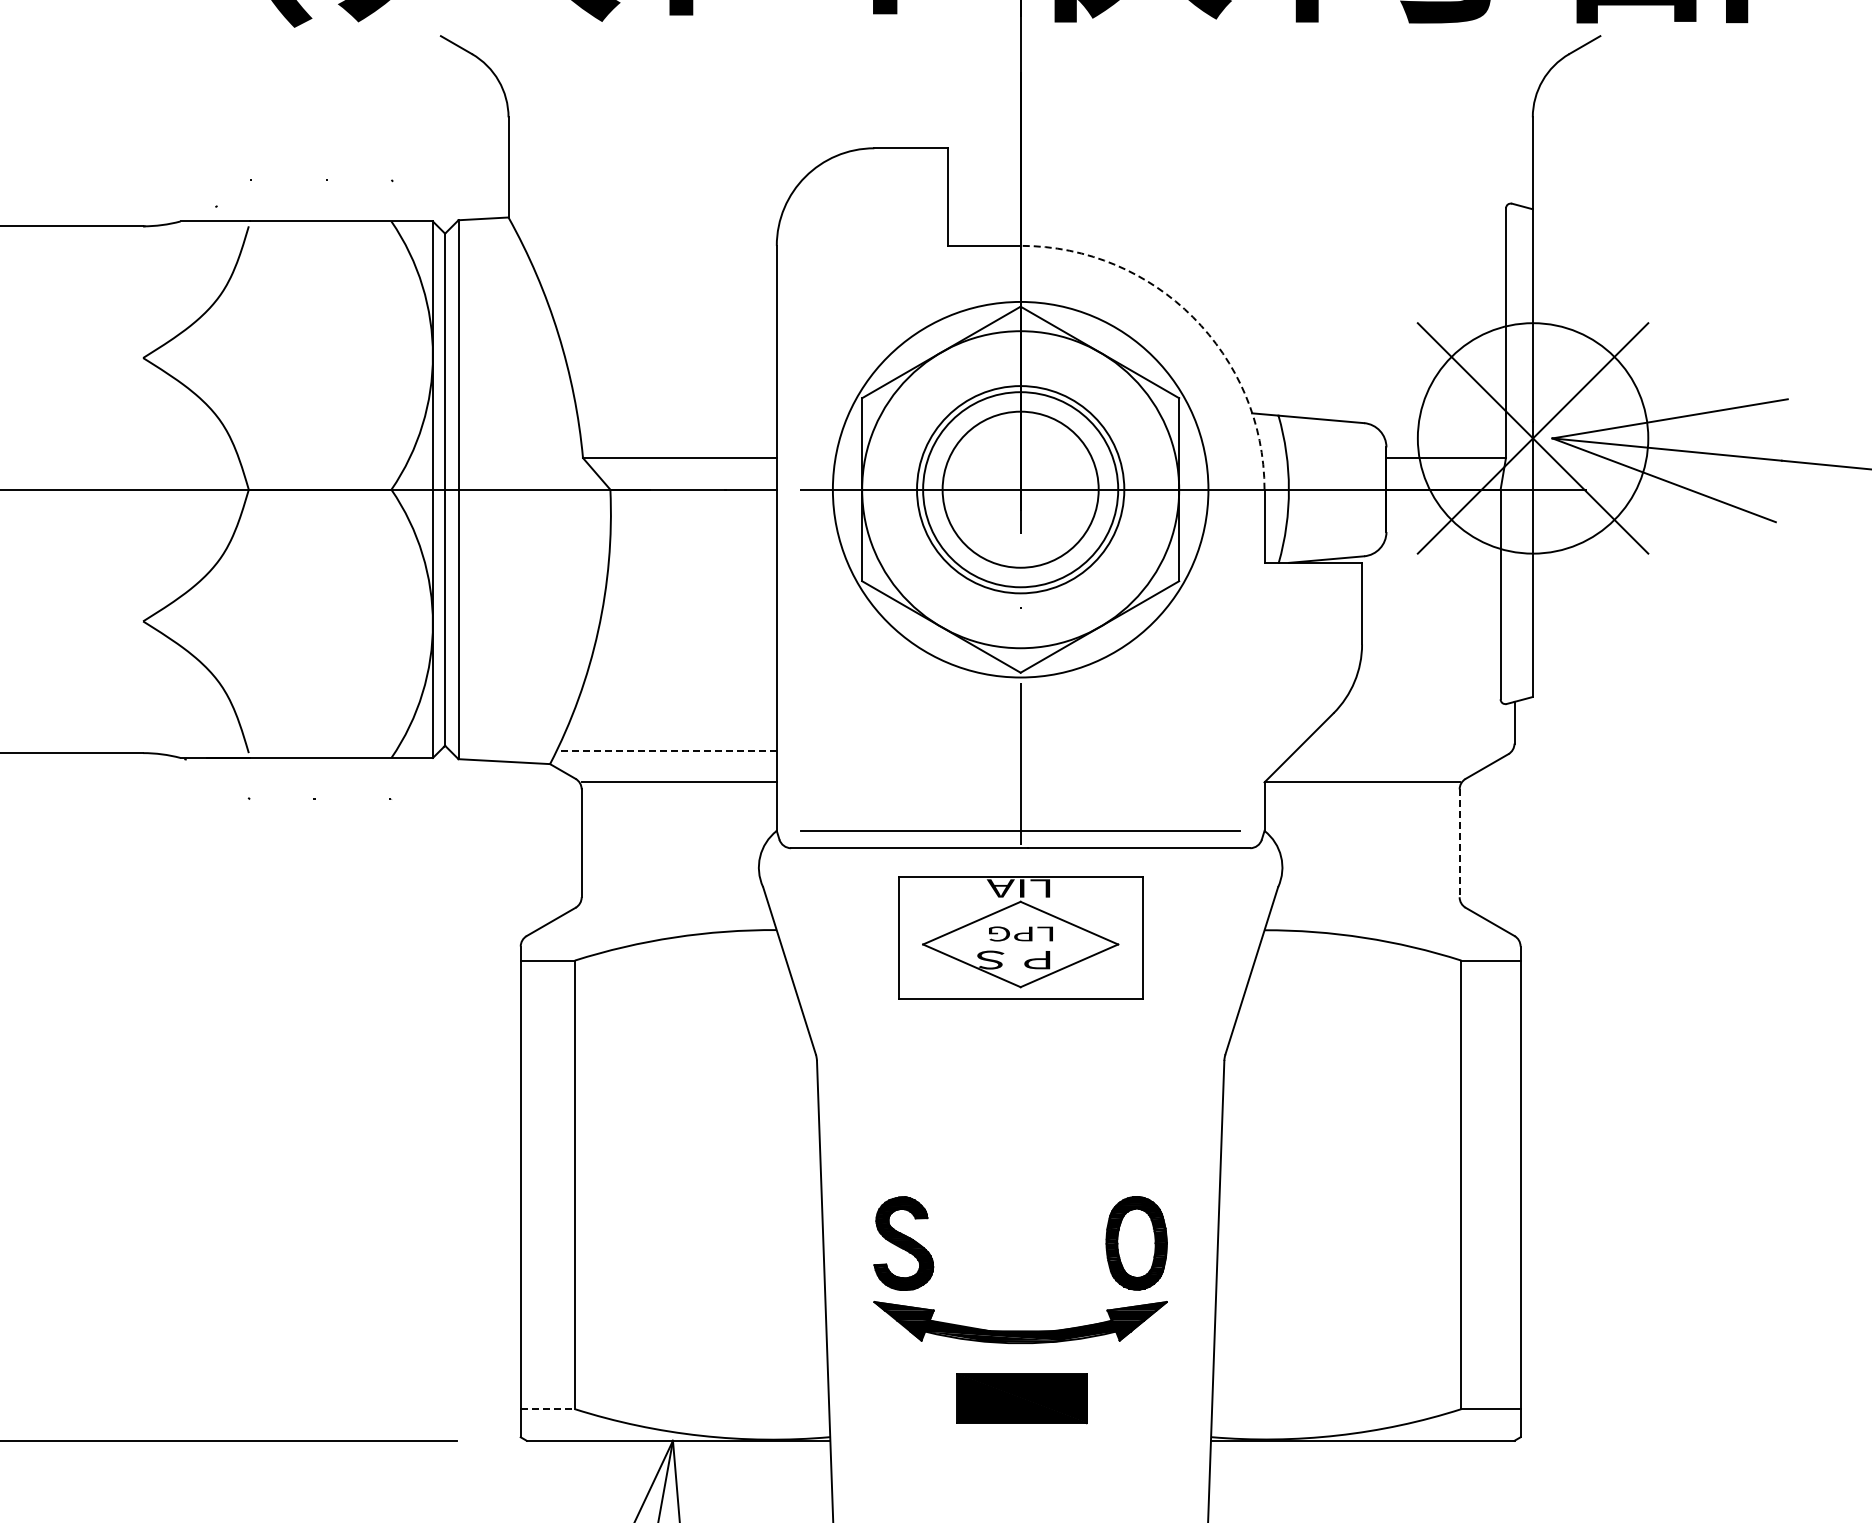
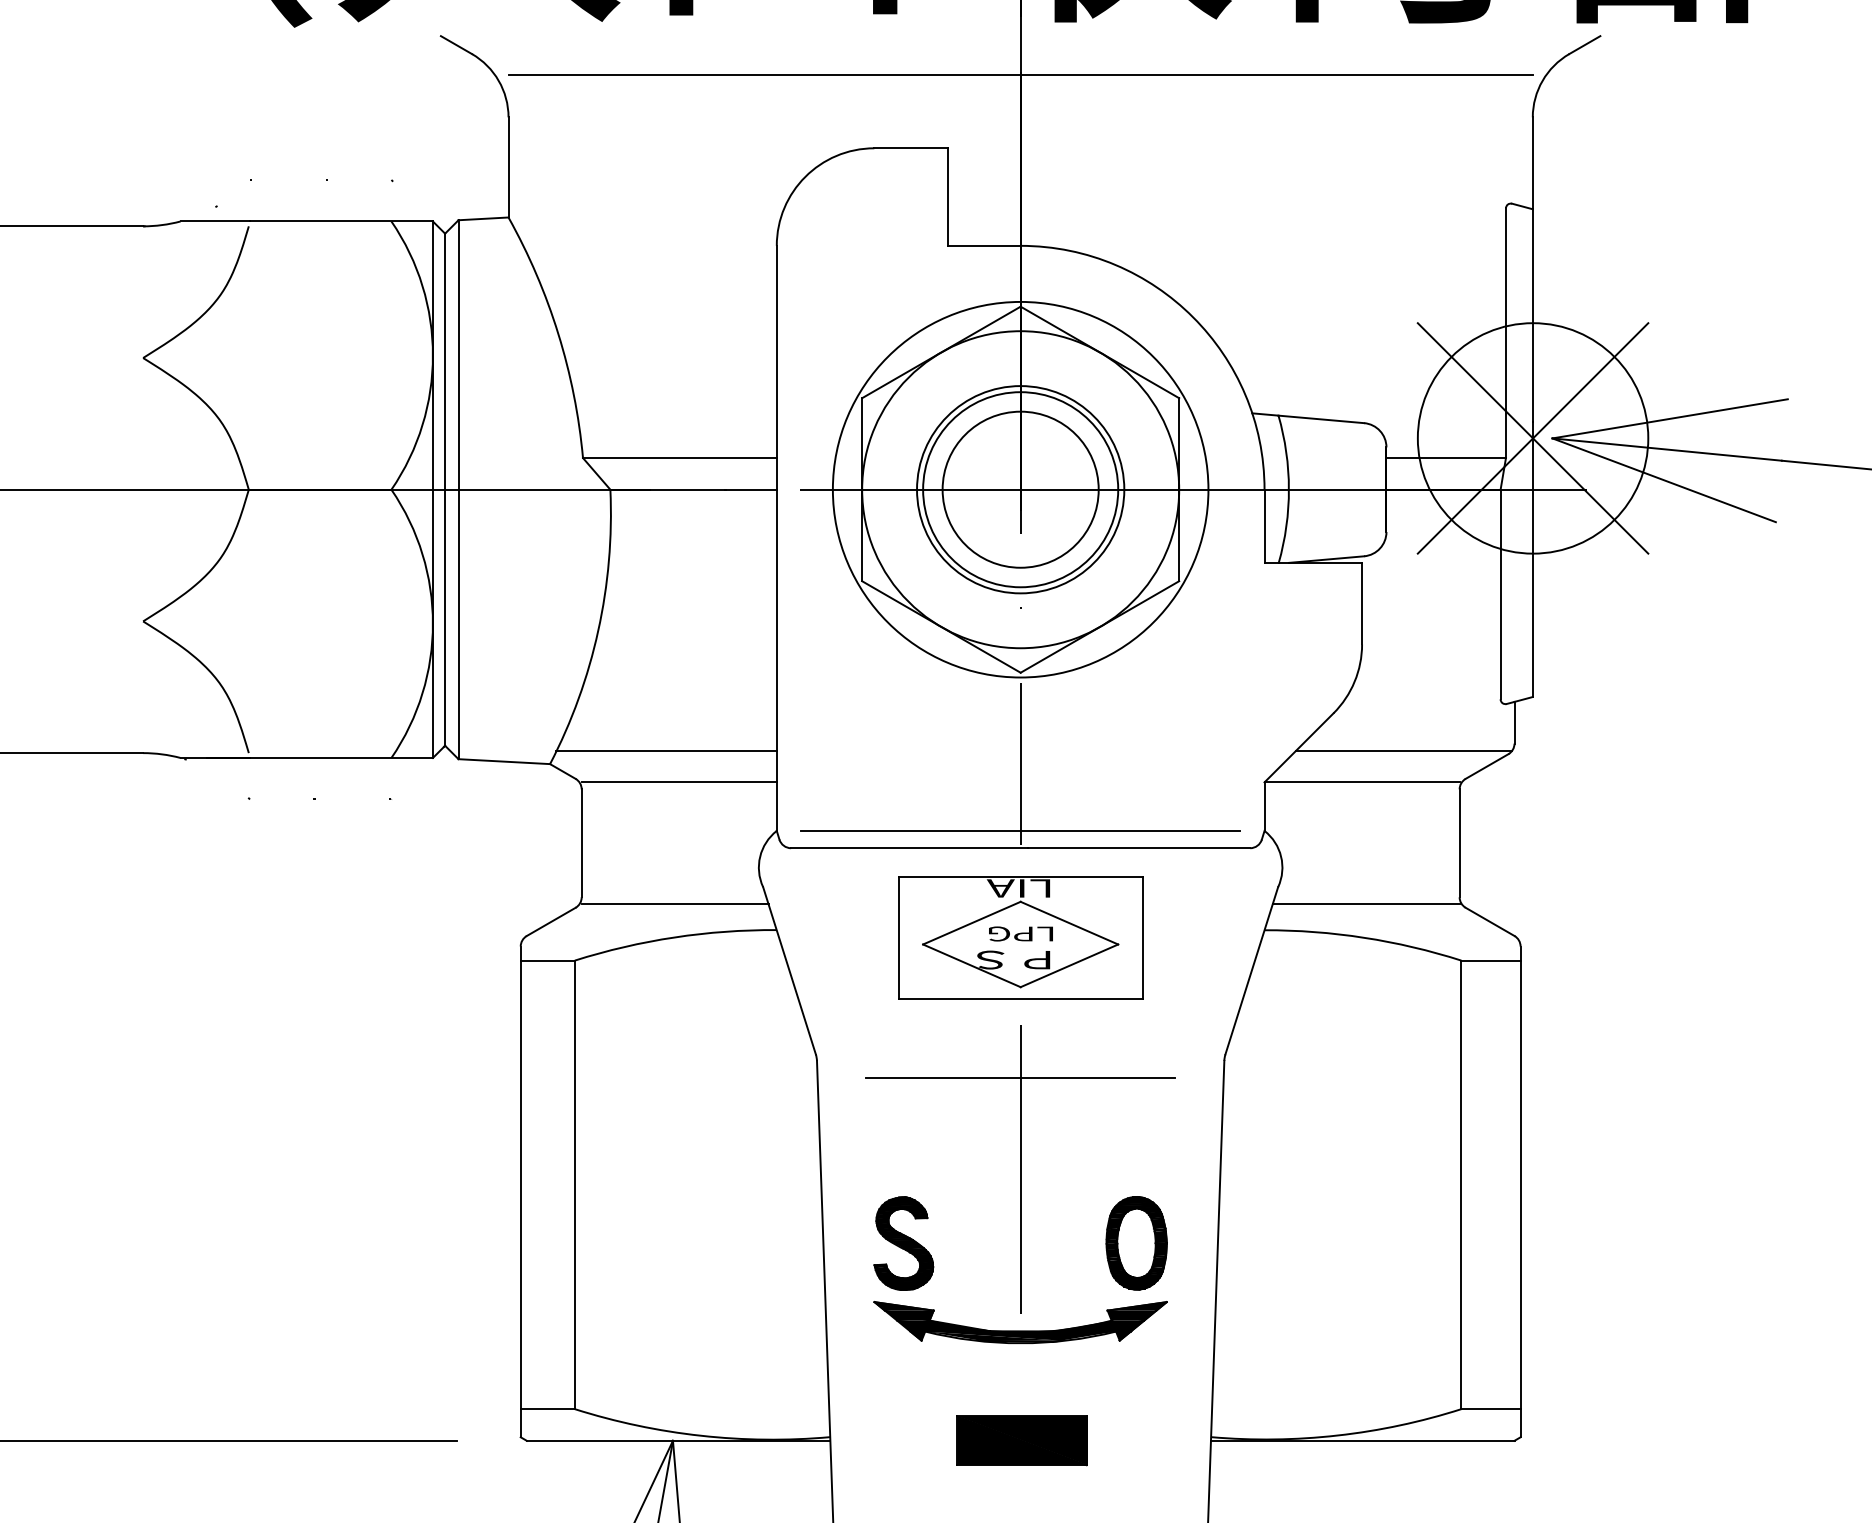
line at (1020, 75): none -> present
arc at (1193, 317): dashed -> solid
line at (666, 750): dashed -> solid
line at (1404, 750): none -> present
line at (1459, 843): dashed -> solid
line at (674, 904): none -> present
line at (1365, 904): none -> present
part at (1020, 1169): none -> present
part at (1021, 1398) position: (1021, 1398) -> (1021, 1440)
line at (548, 1409): dashed -> solid
